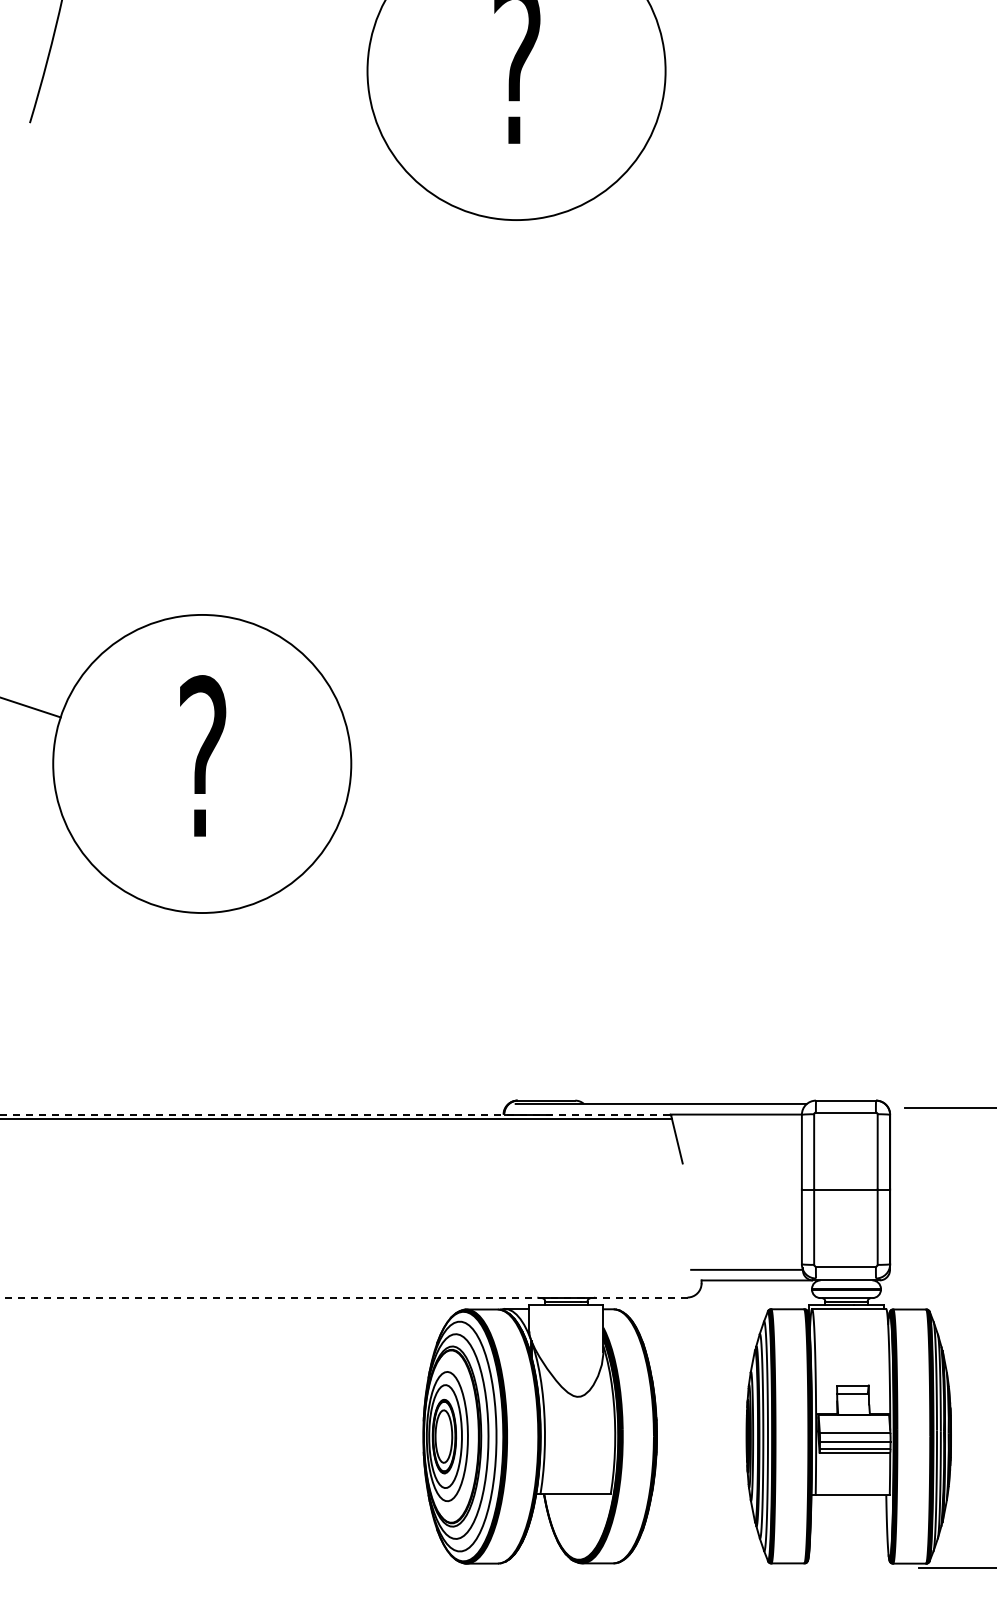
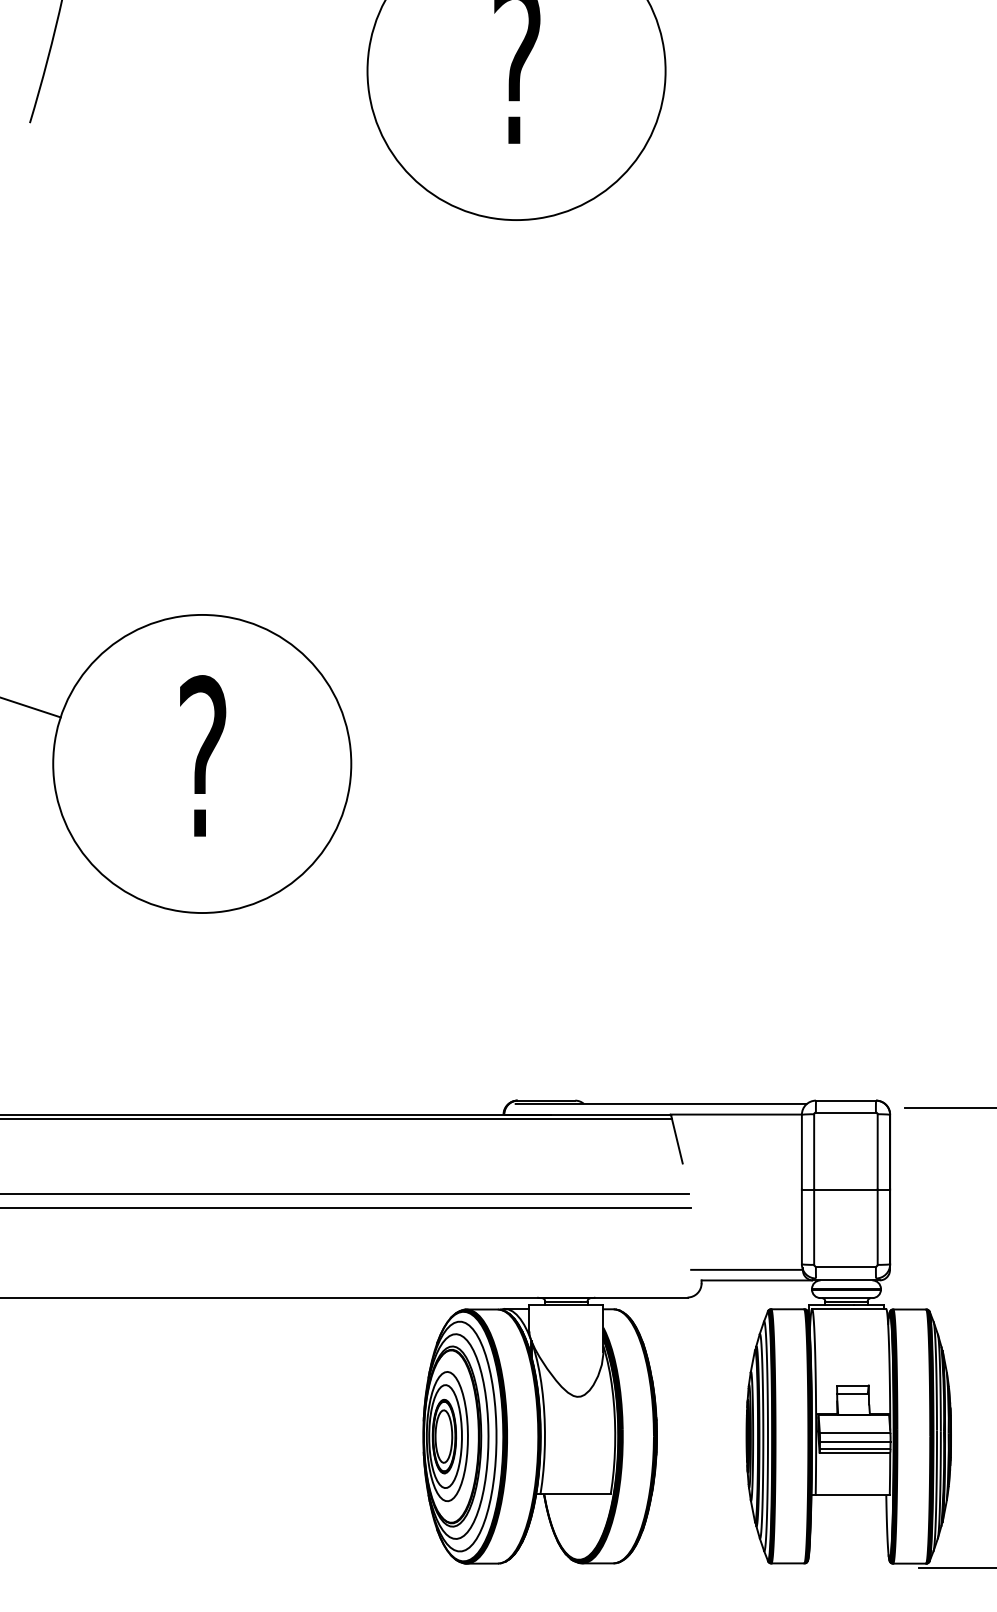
line at (335, 1114): dashed -> solid
line at (345, 1194): none -> present
line at (346, 1207): none -> present
line at (344, 1297): dashed -> solid
